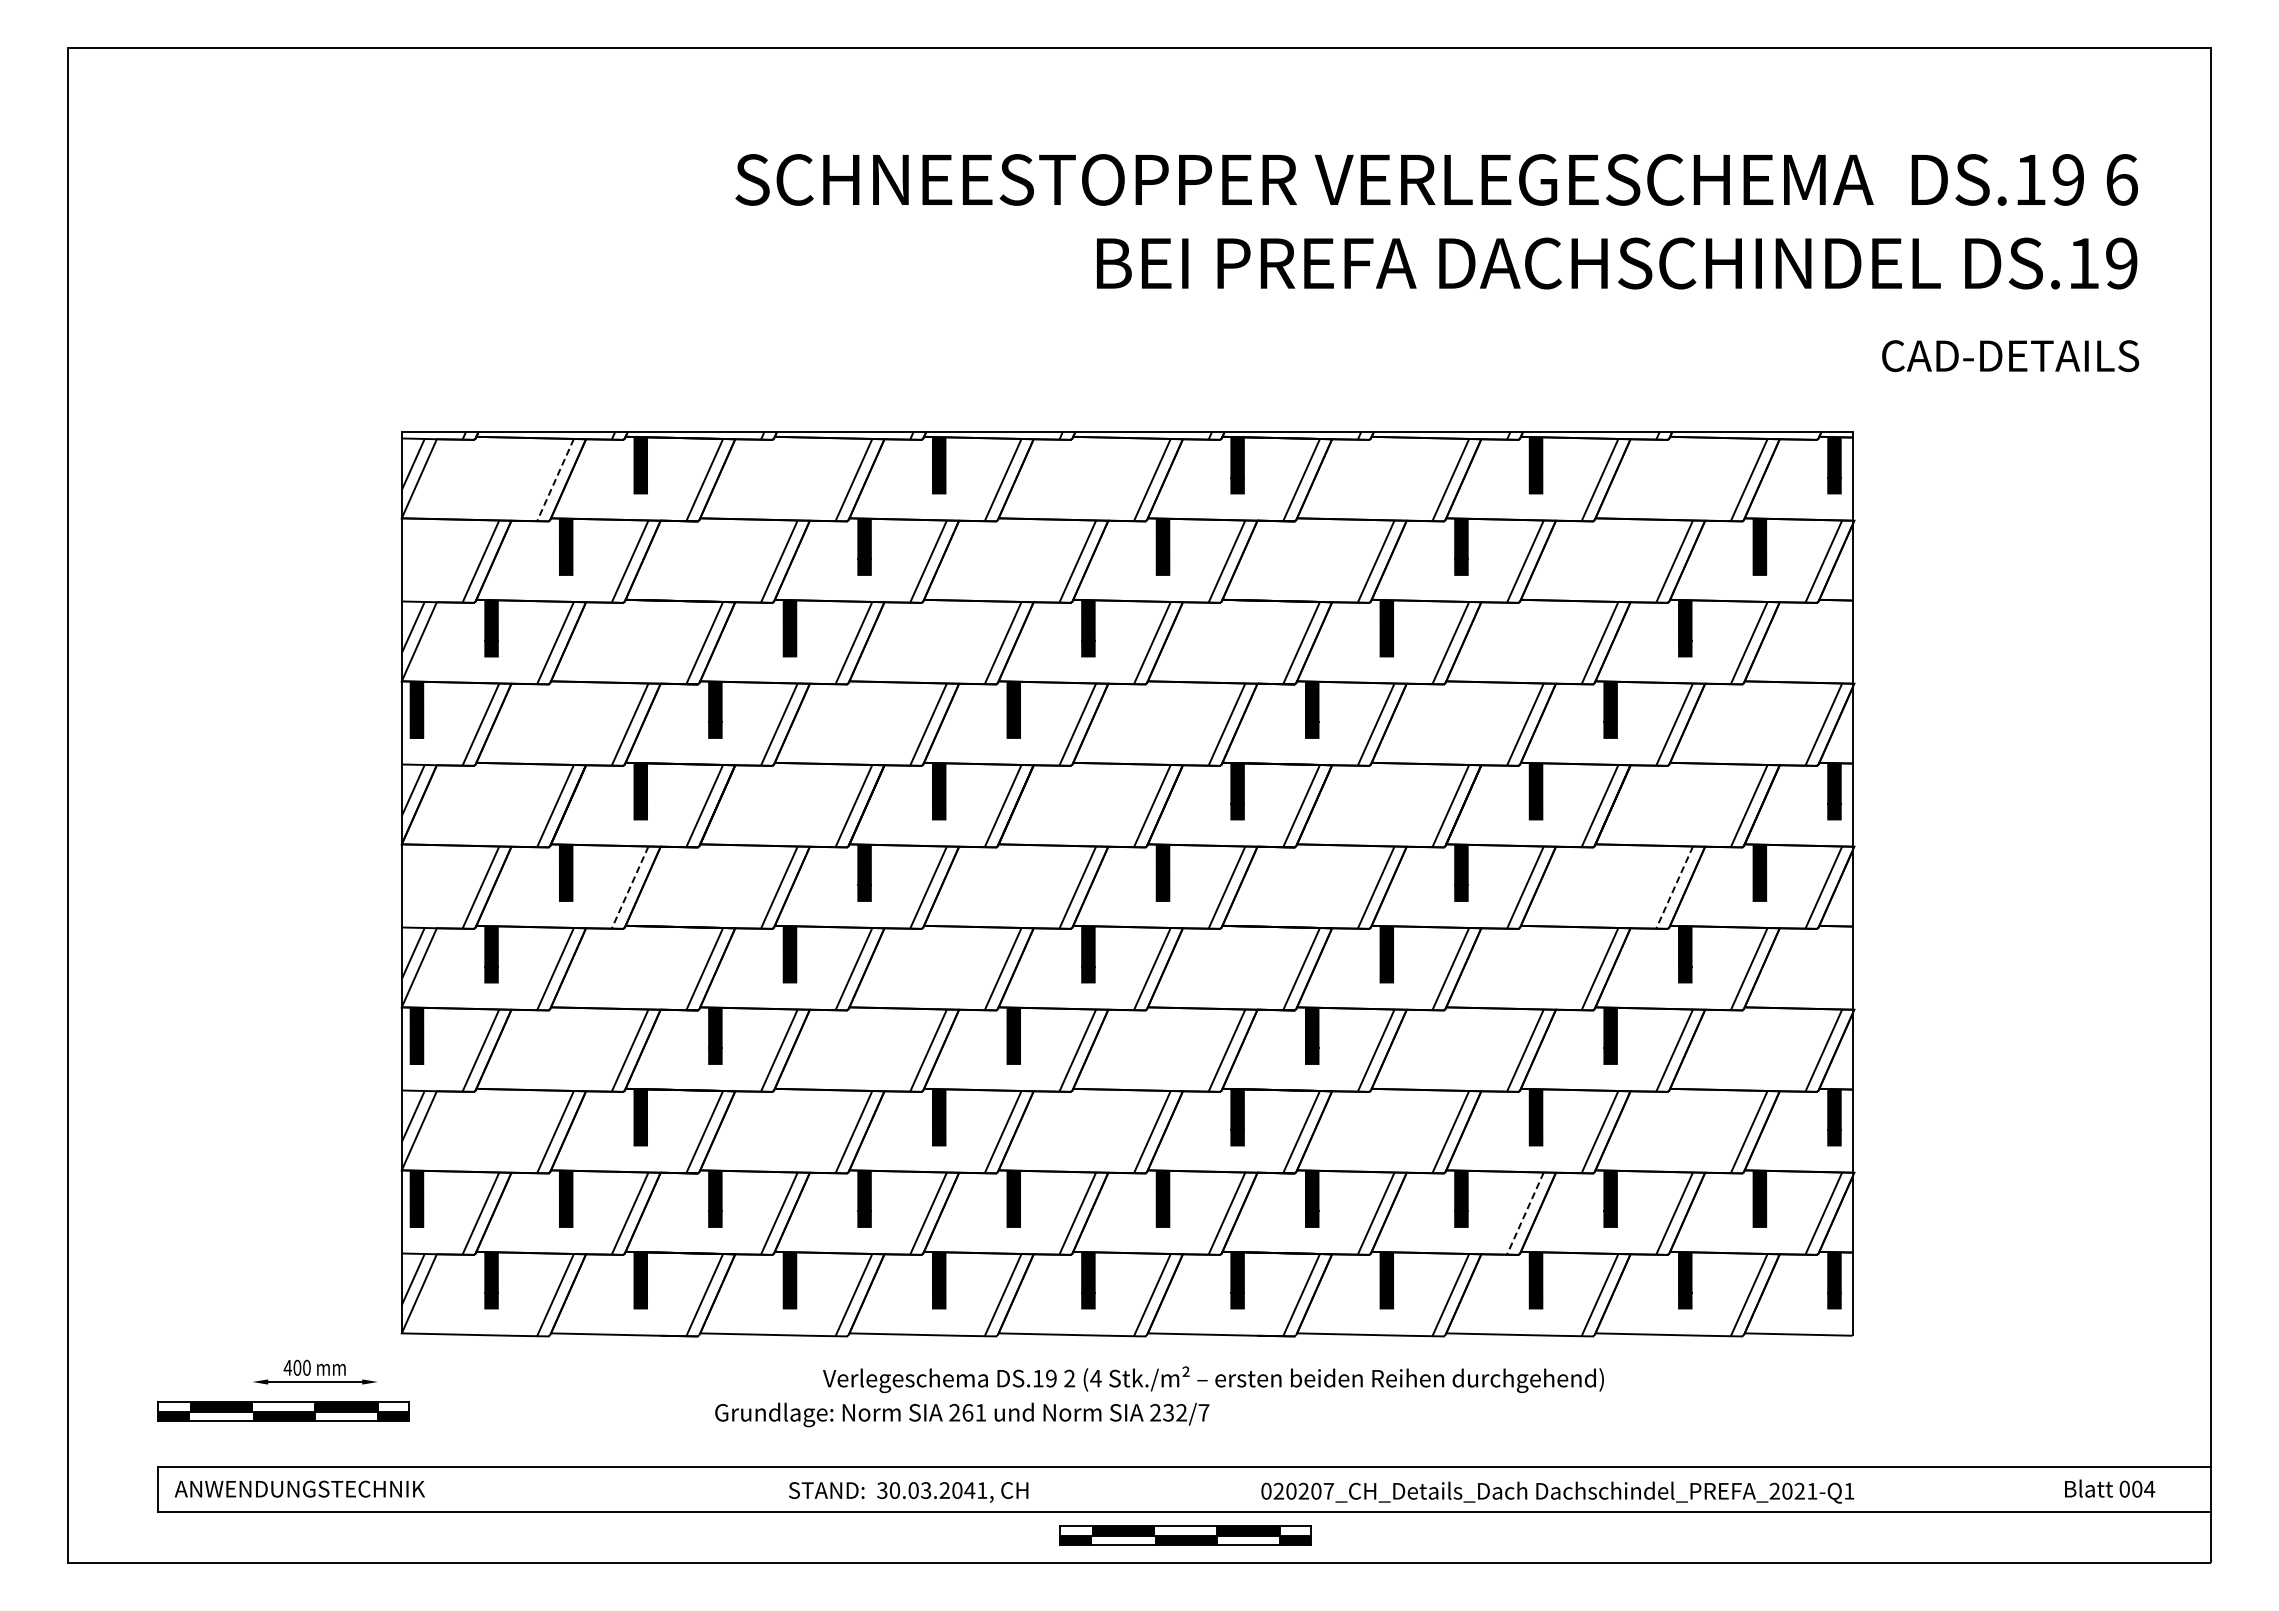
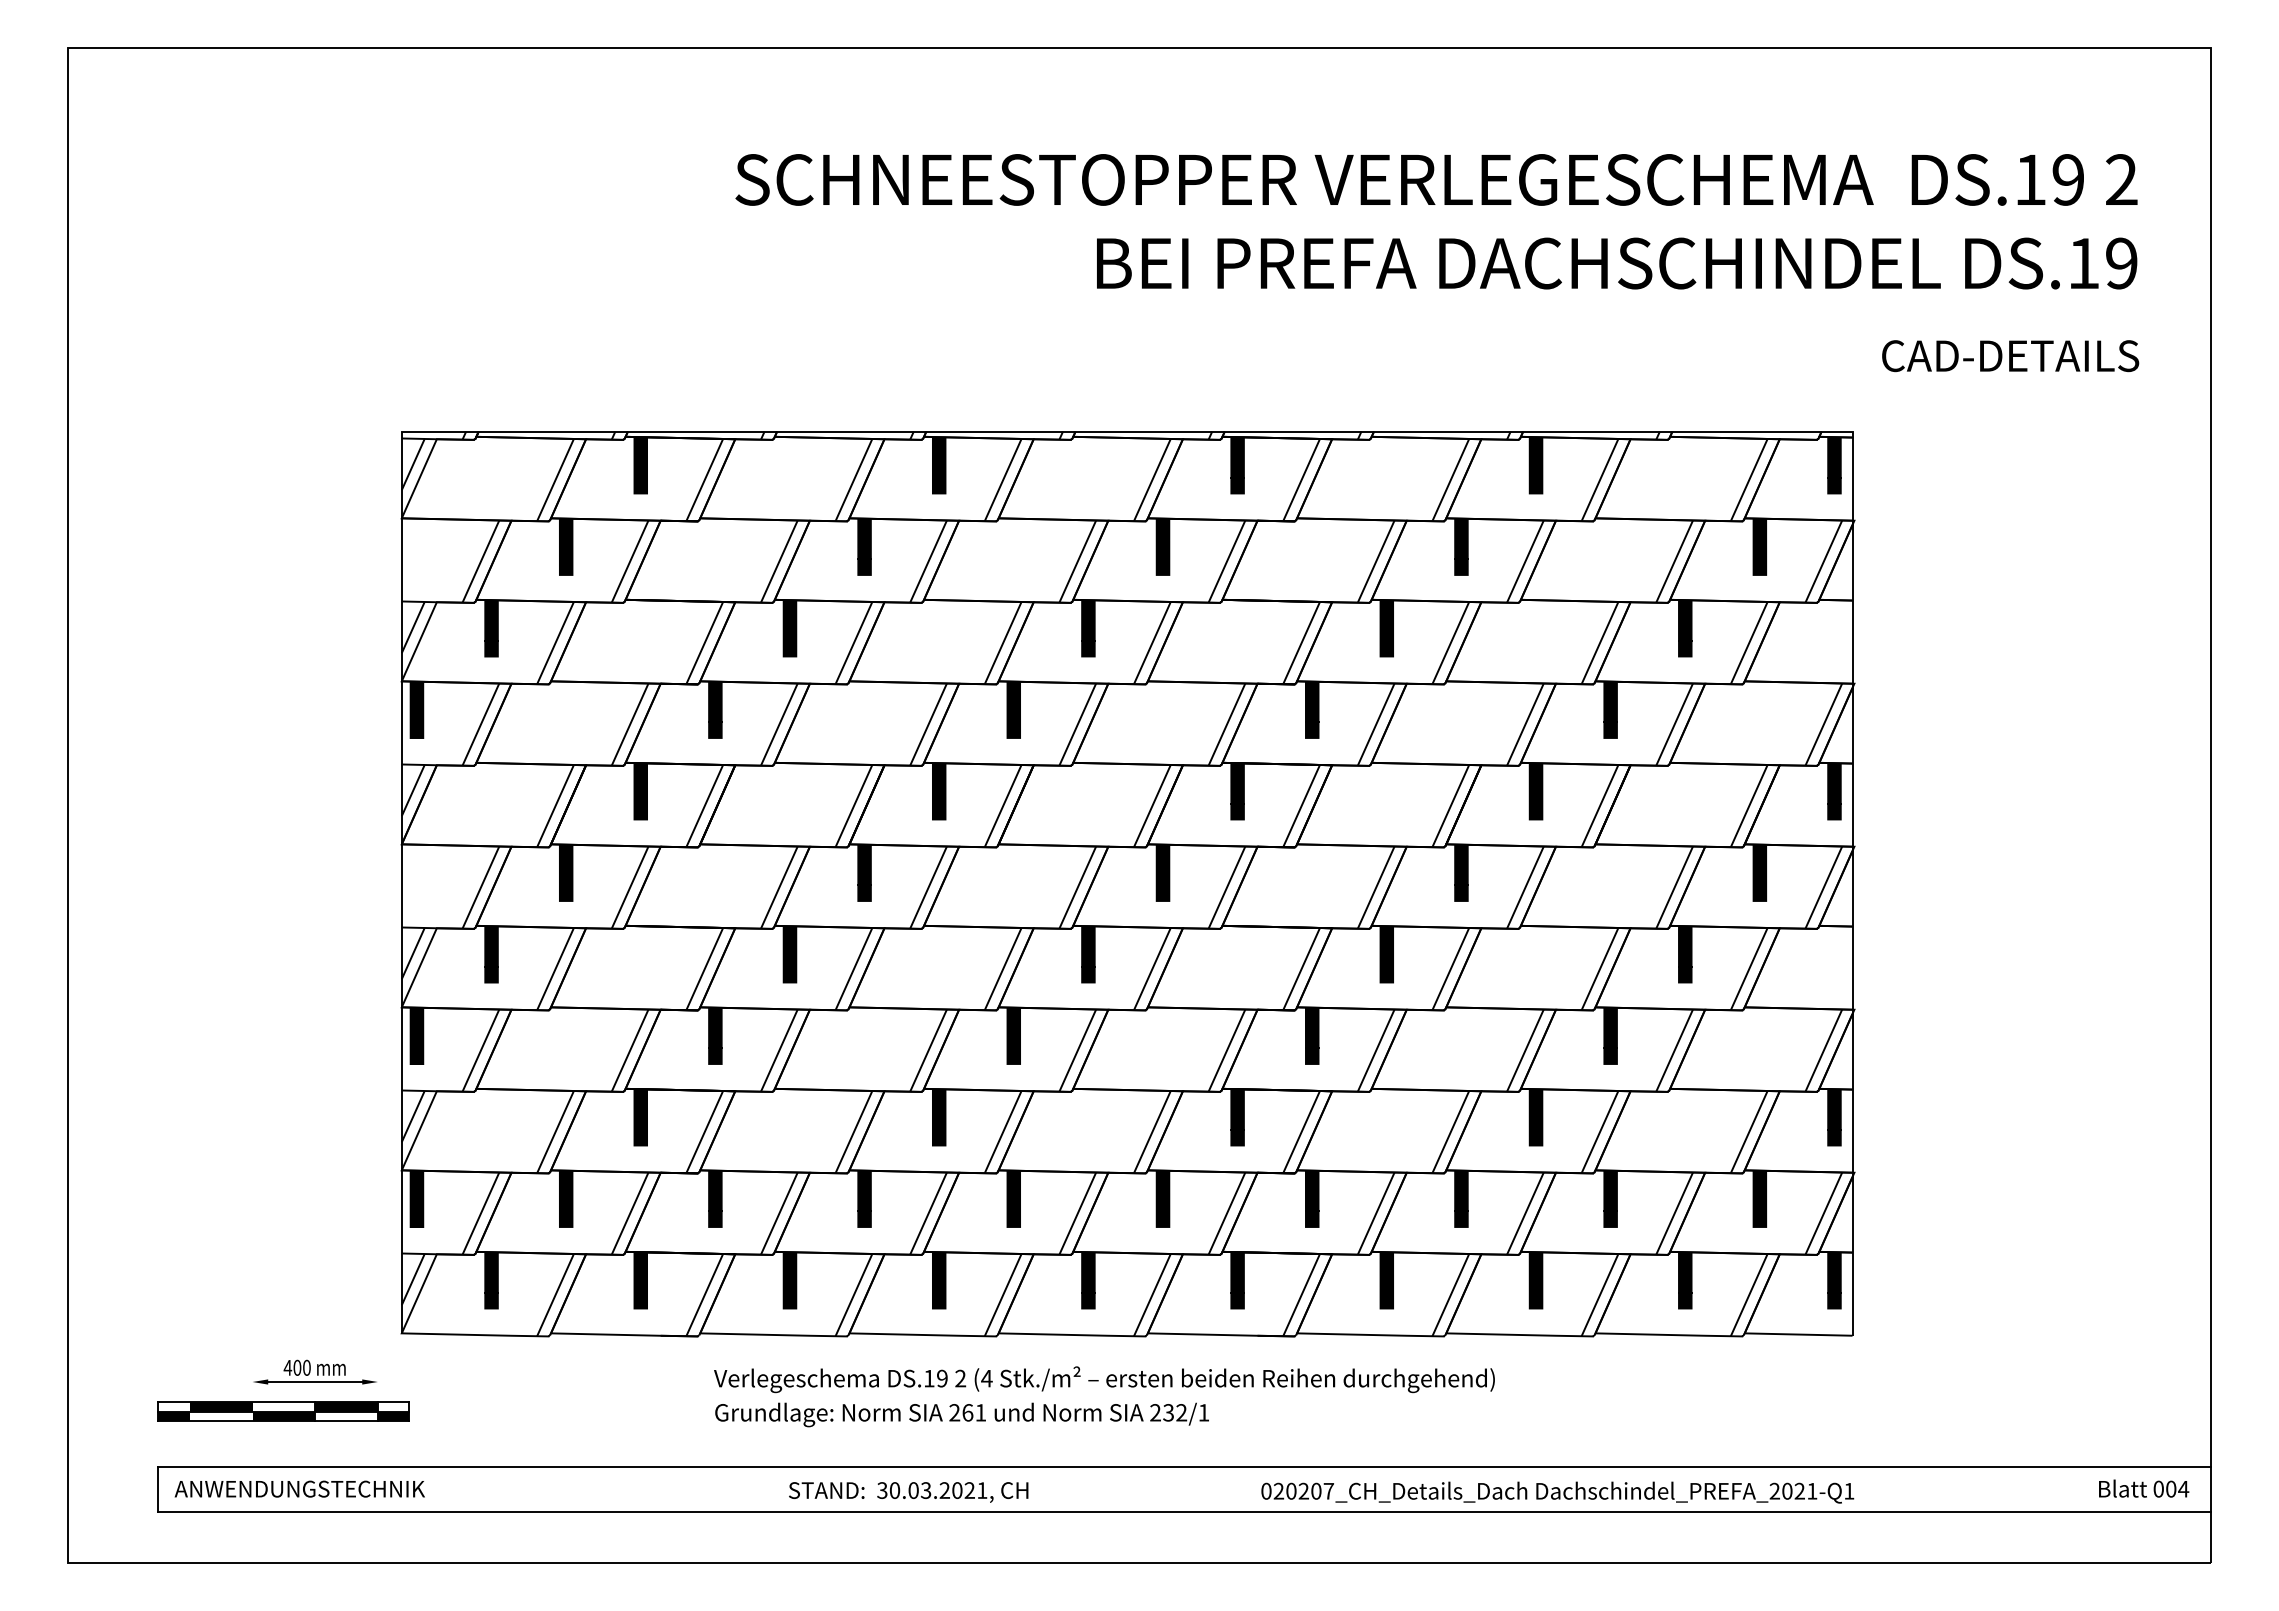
text at (2121, 179): 6 -> 2
line at (555, 480): dashed -> solid
line at (629, 888): dashed -> solid
line at (1674, 888): dashed -> solid
line at (1525, 1214): dashed -> solid
text at (1213, 1379) position: (1213, 1379) -> (1104, 1379)
text at (1203, 1412): 232/7 -> 232/1
text at (2110, 1488) position: (2110, 1488) -> (2144, 1488)
text at (969, 1490): 30.03.2041, -> 30.03.2021,
part at (1185, 1535): present -> none
